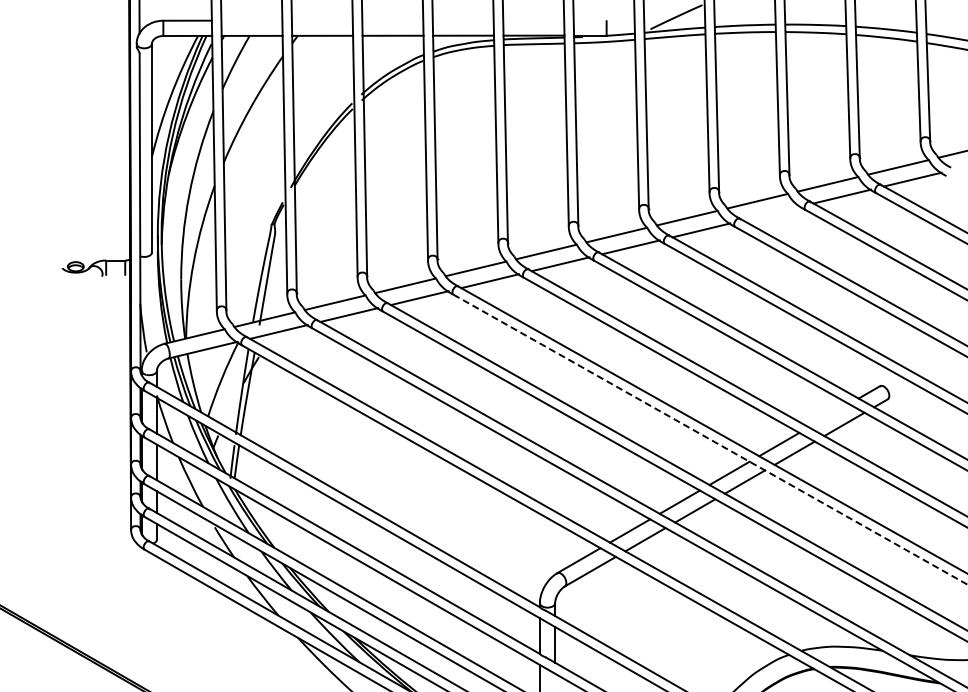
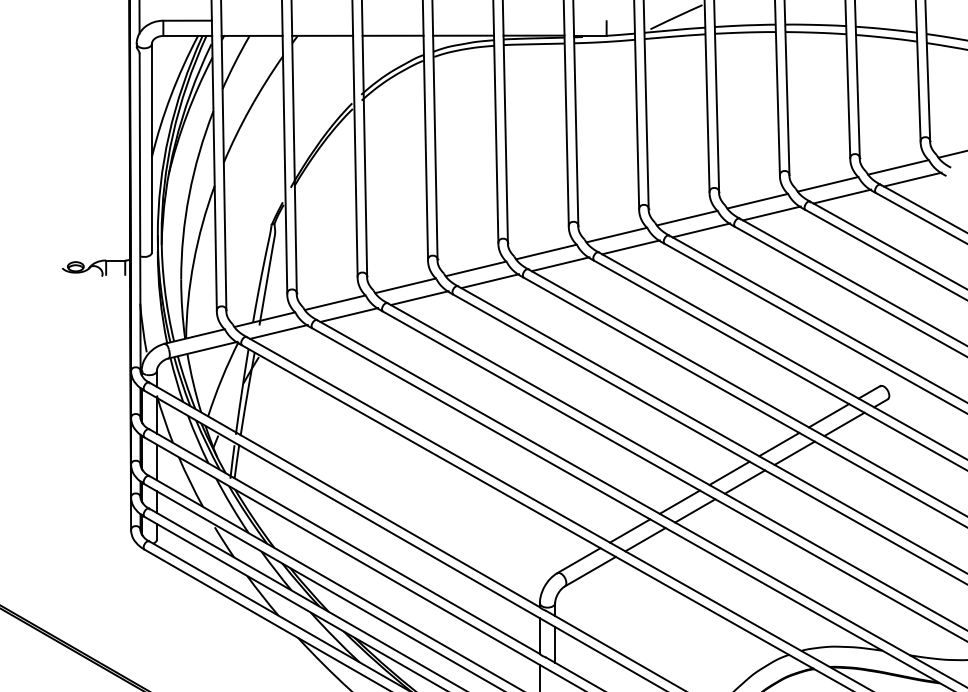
line at (771, 213): none -> present
line at (828, 415): none -> present
line at (710, 439): dashed -> solid
